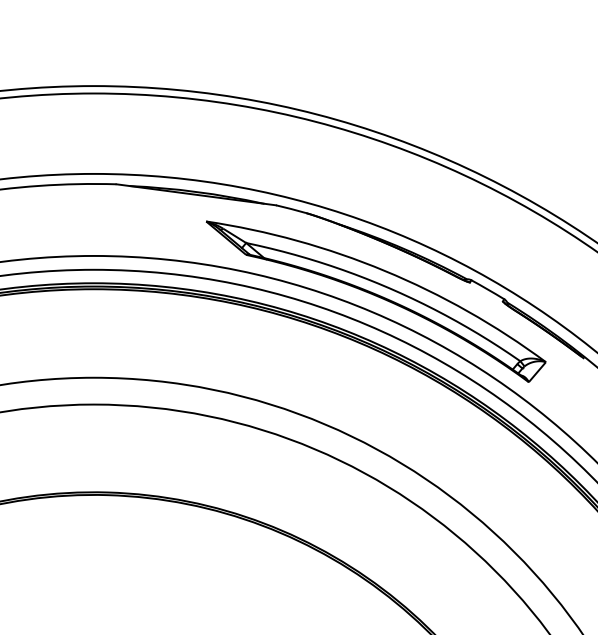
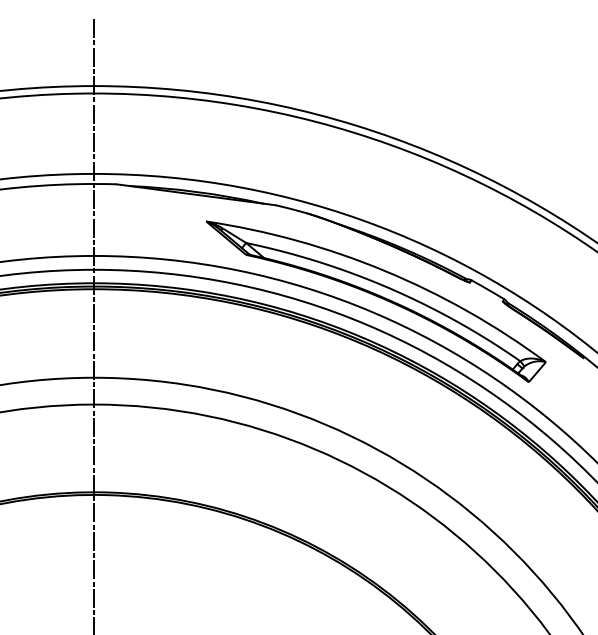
line at (93, 325): none -> present
